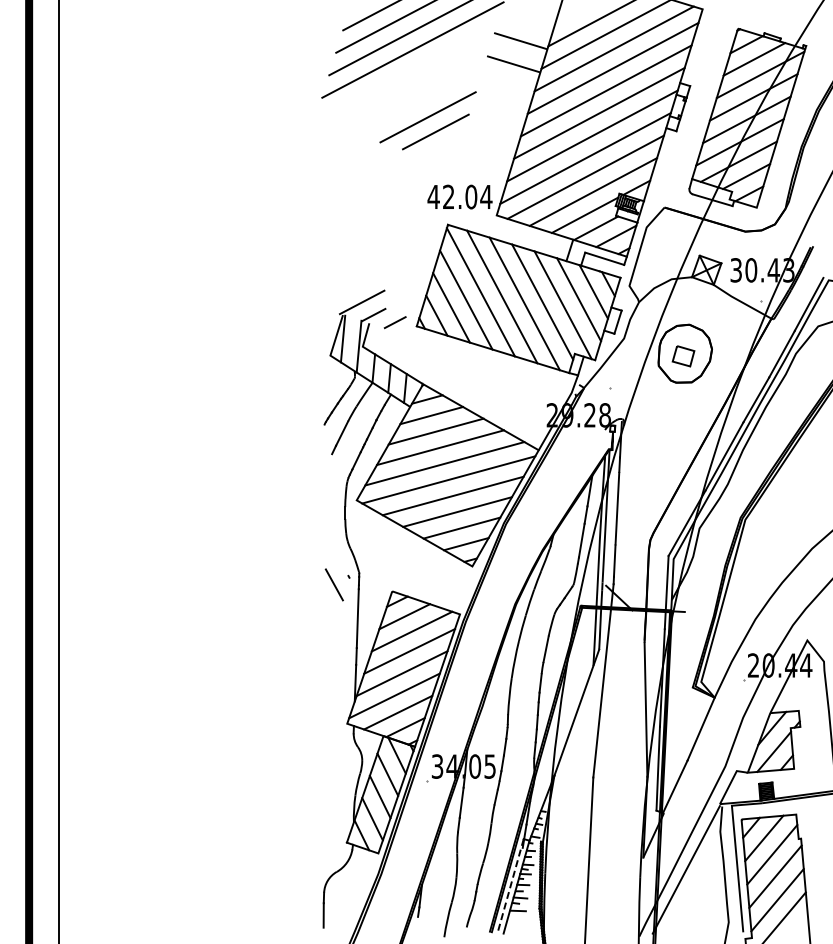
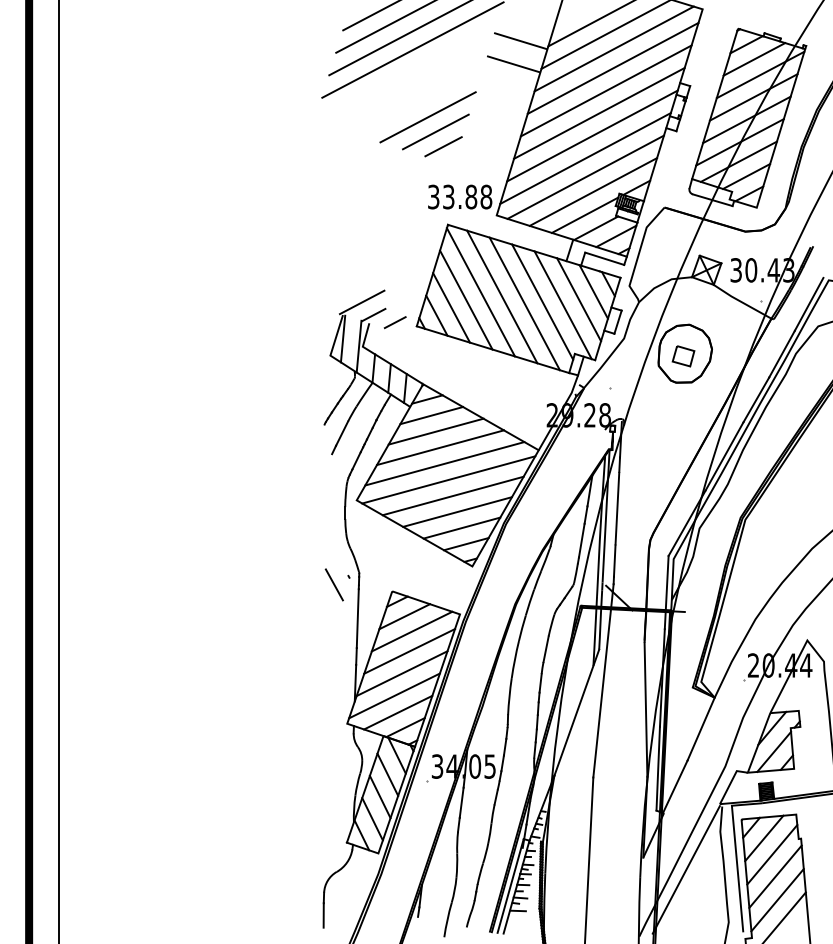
line at (443, 146): none -> present
text at (459, 196): 42.04 -> 33.88
line at (510, 885): dashed -> solid
